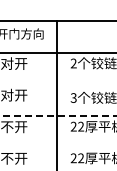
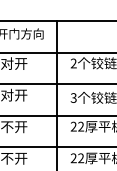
line at (57, 84): none -> present
line at (58, 115): dashed -> solid
line at (57, 147): none -> present
